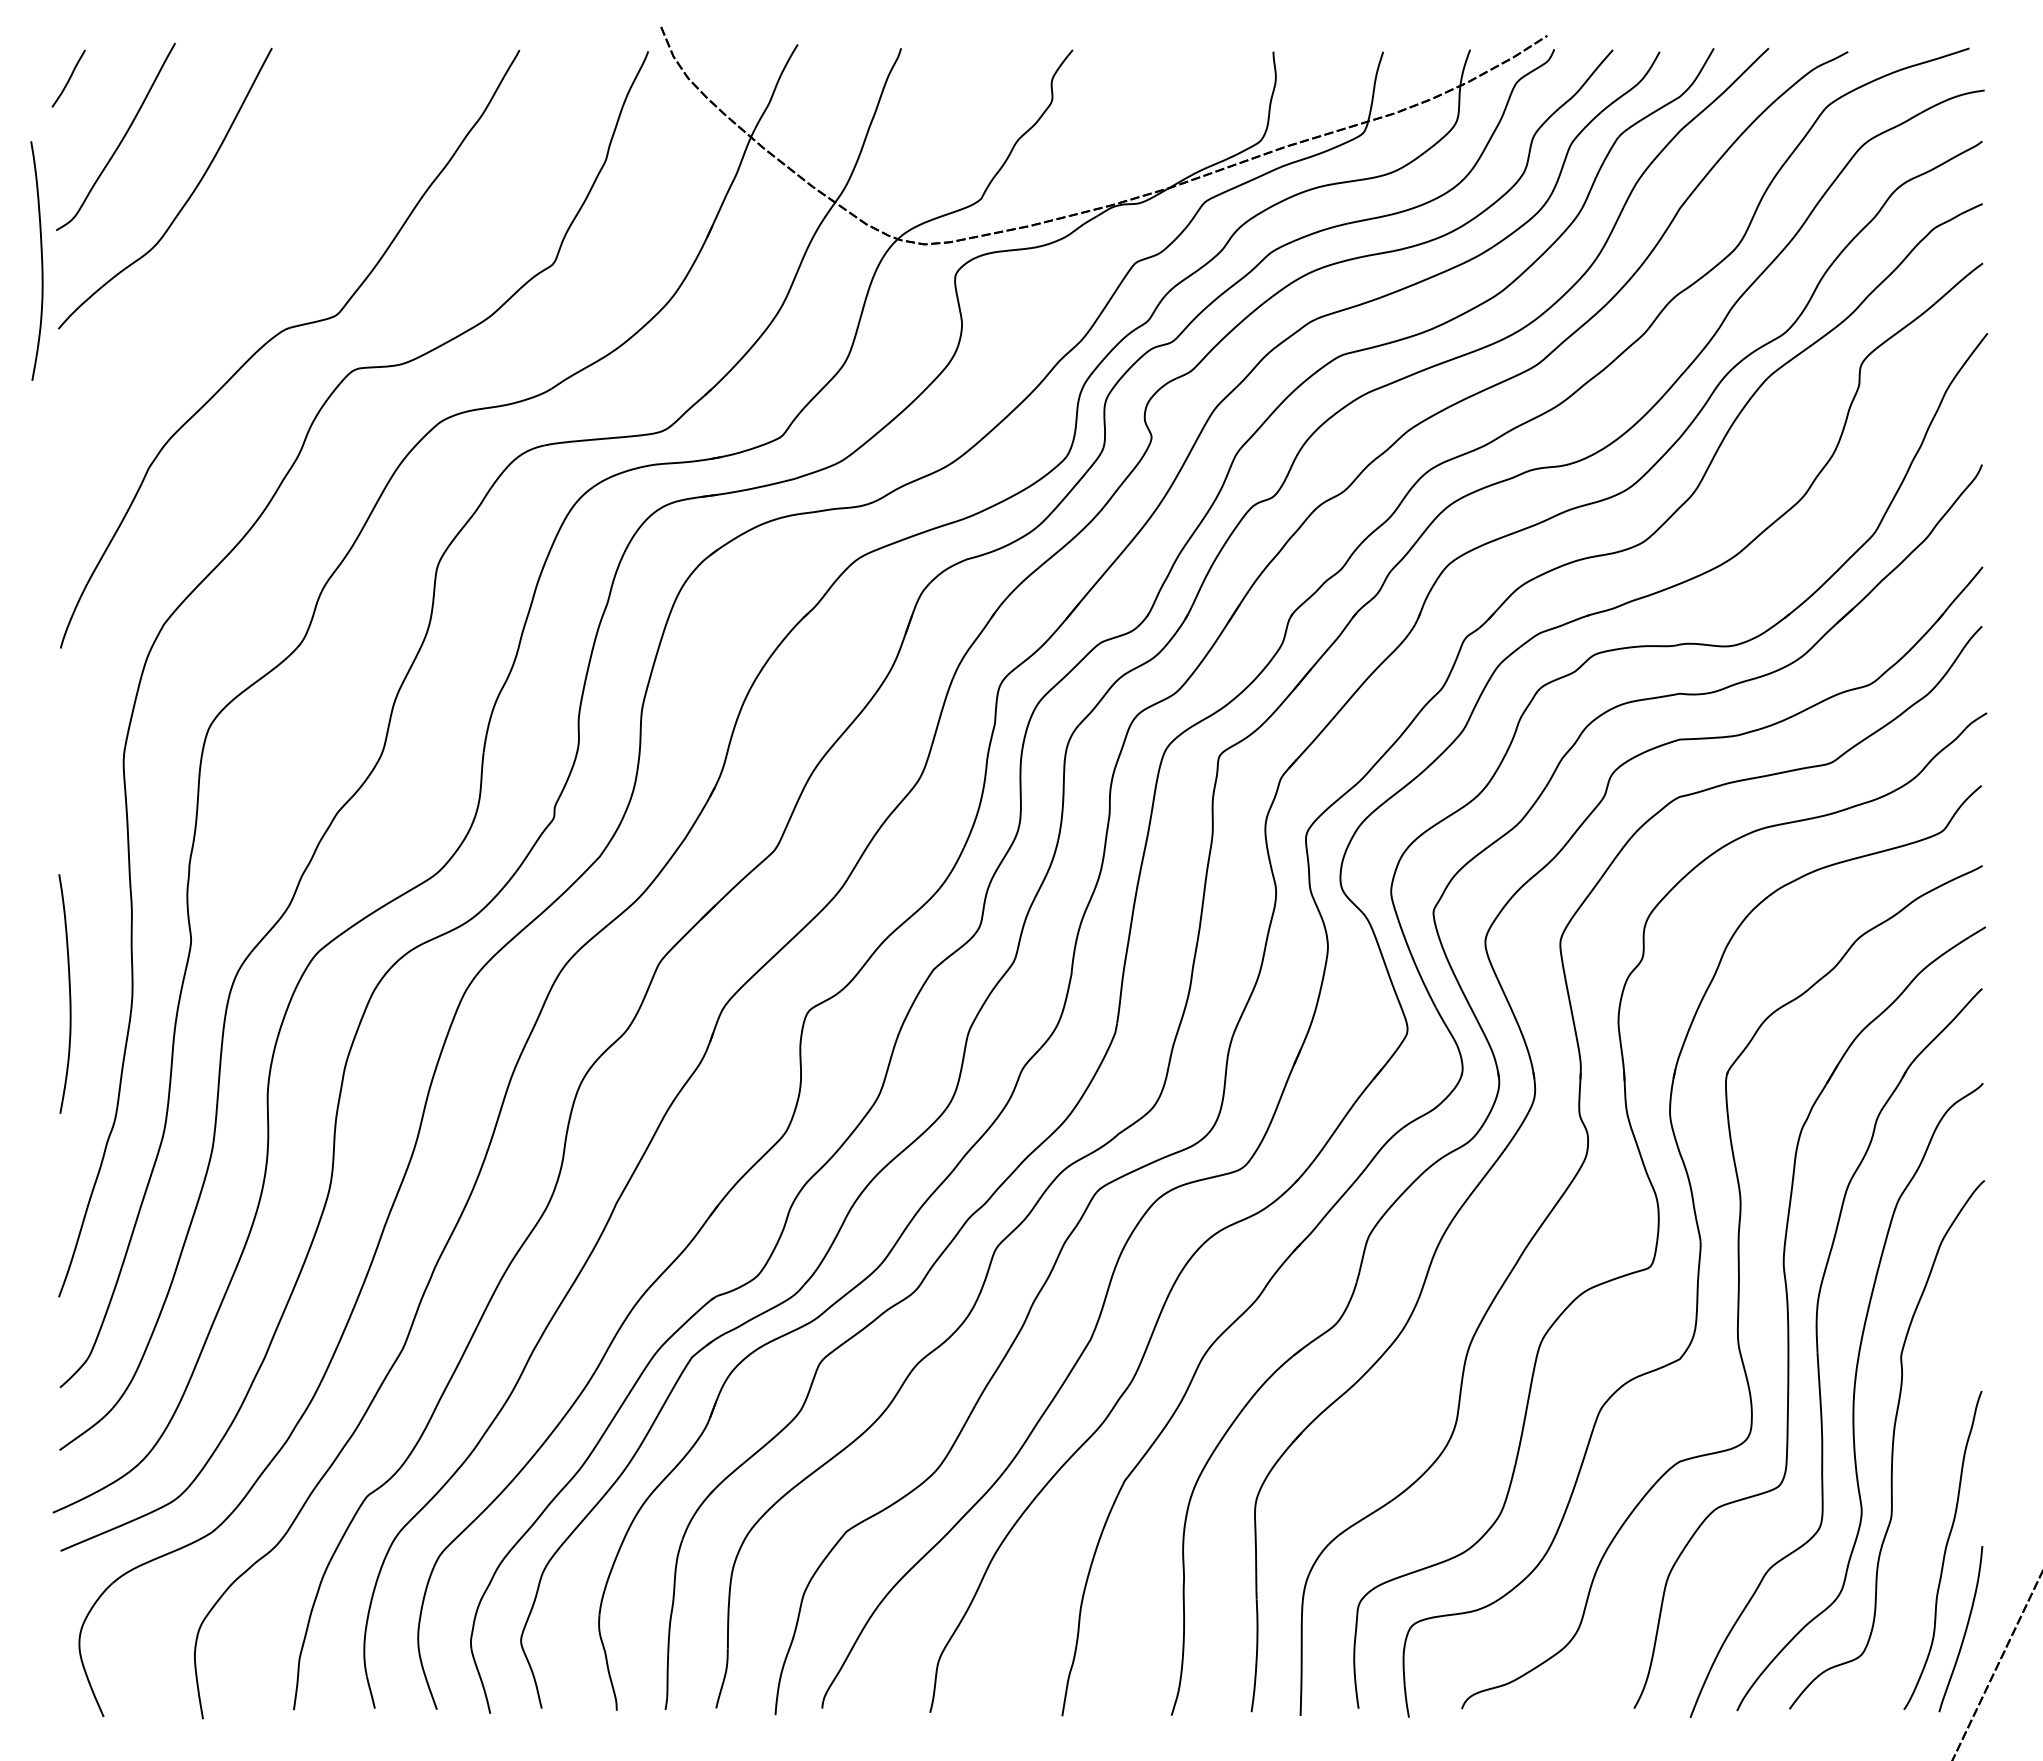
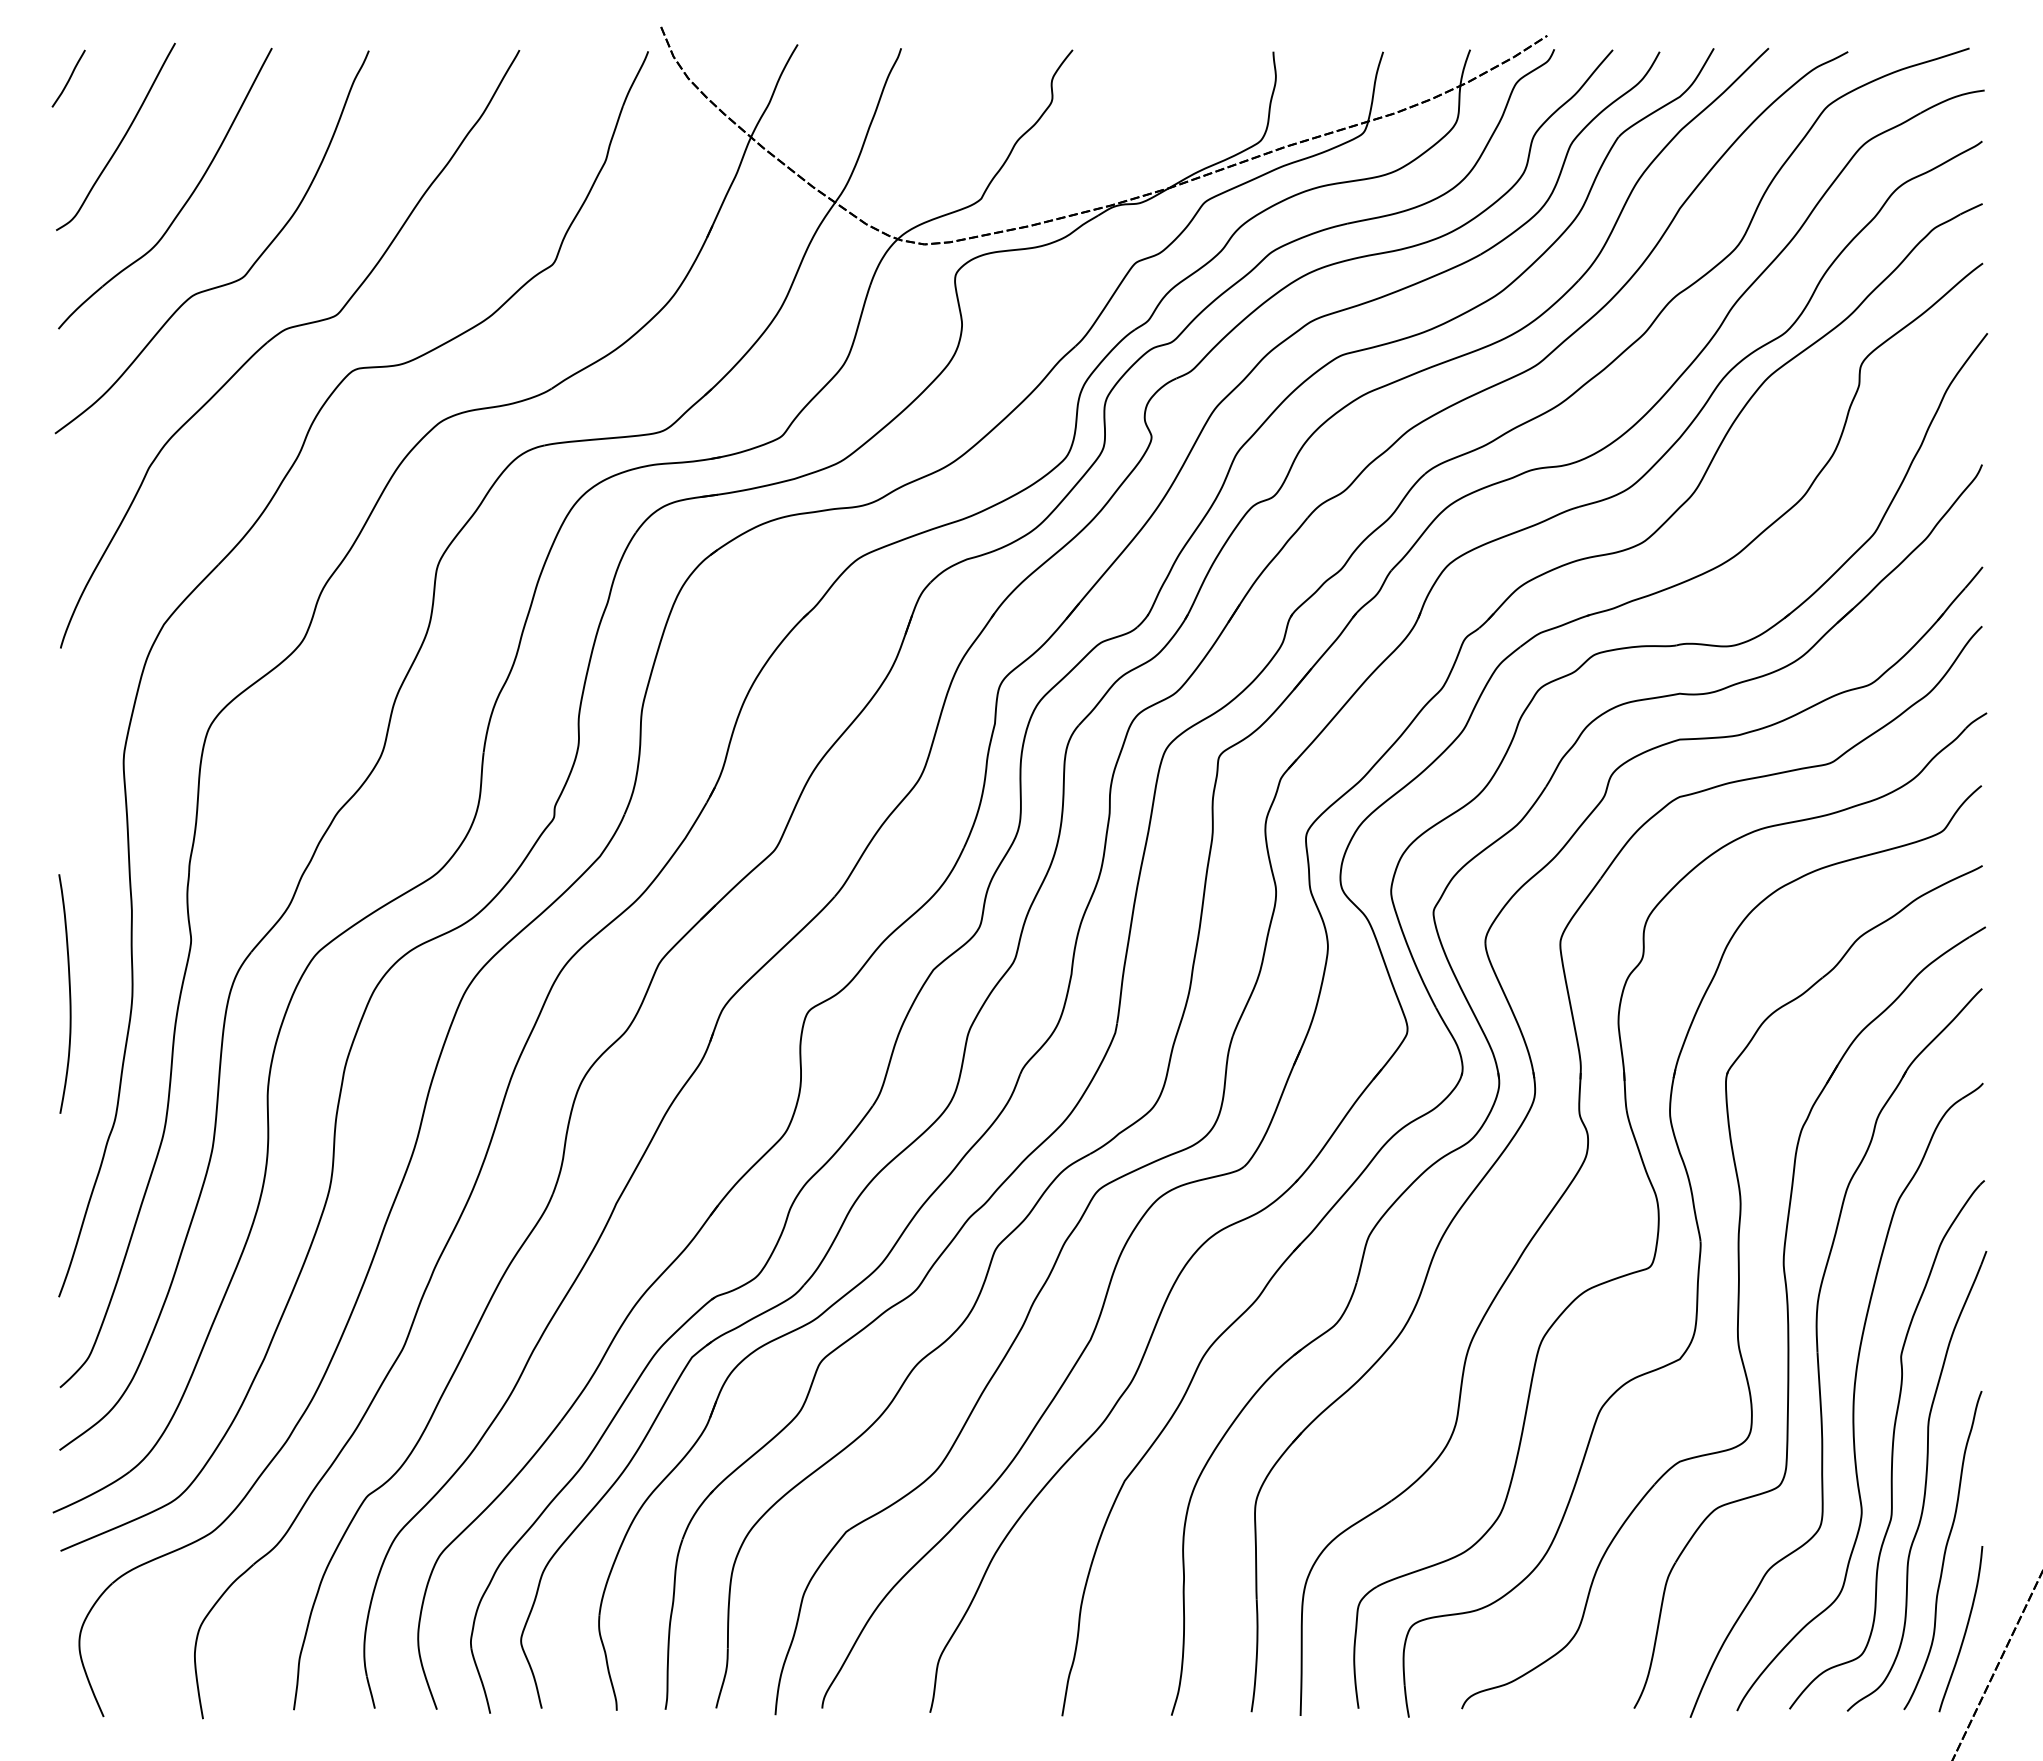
curve at (41, 260): present -> none
curve at (225, 283): none -> present
part at (1924, 1484): none -> present
